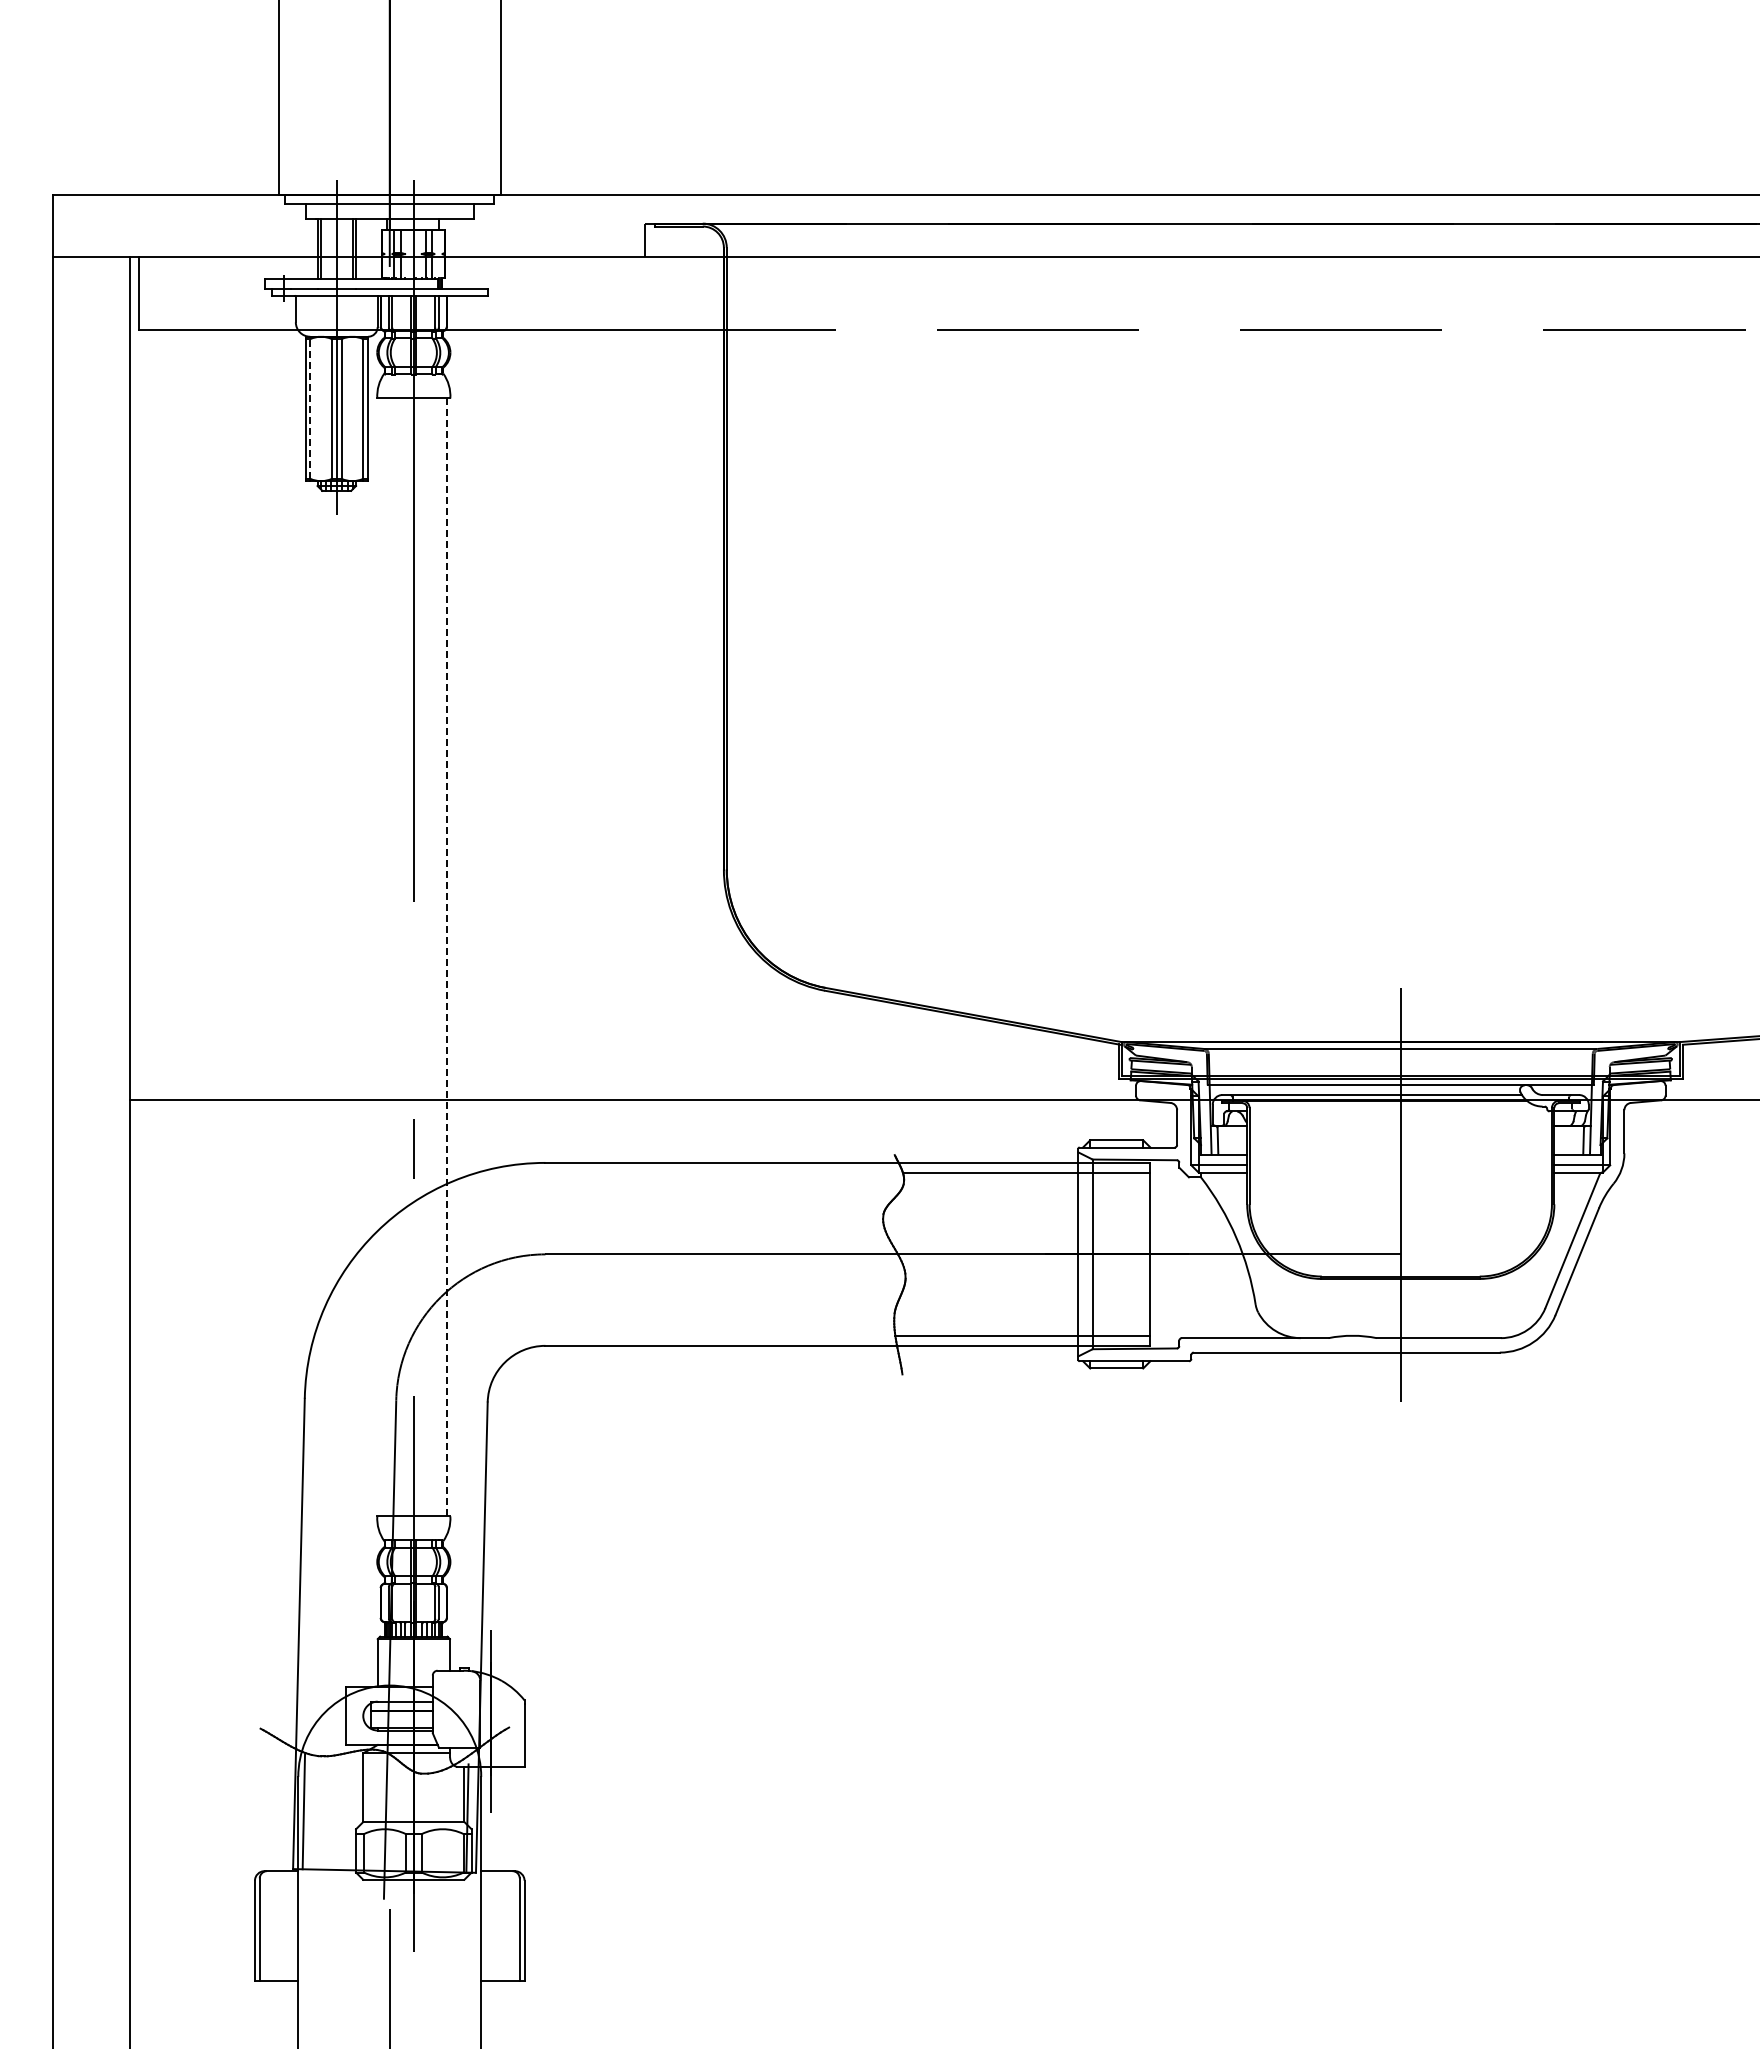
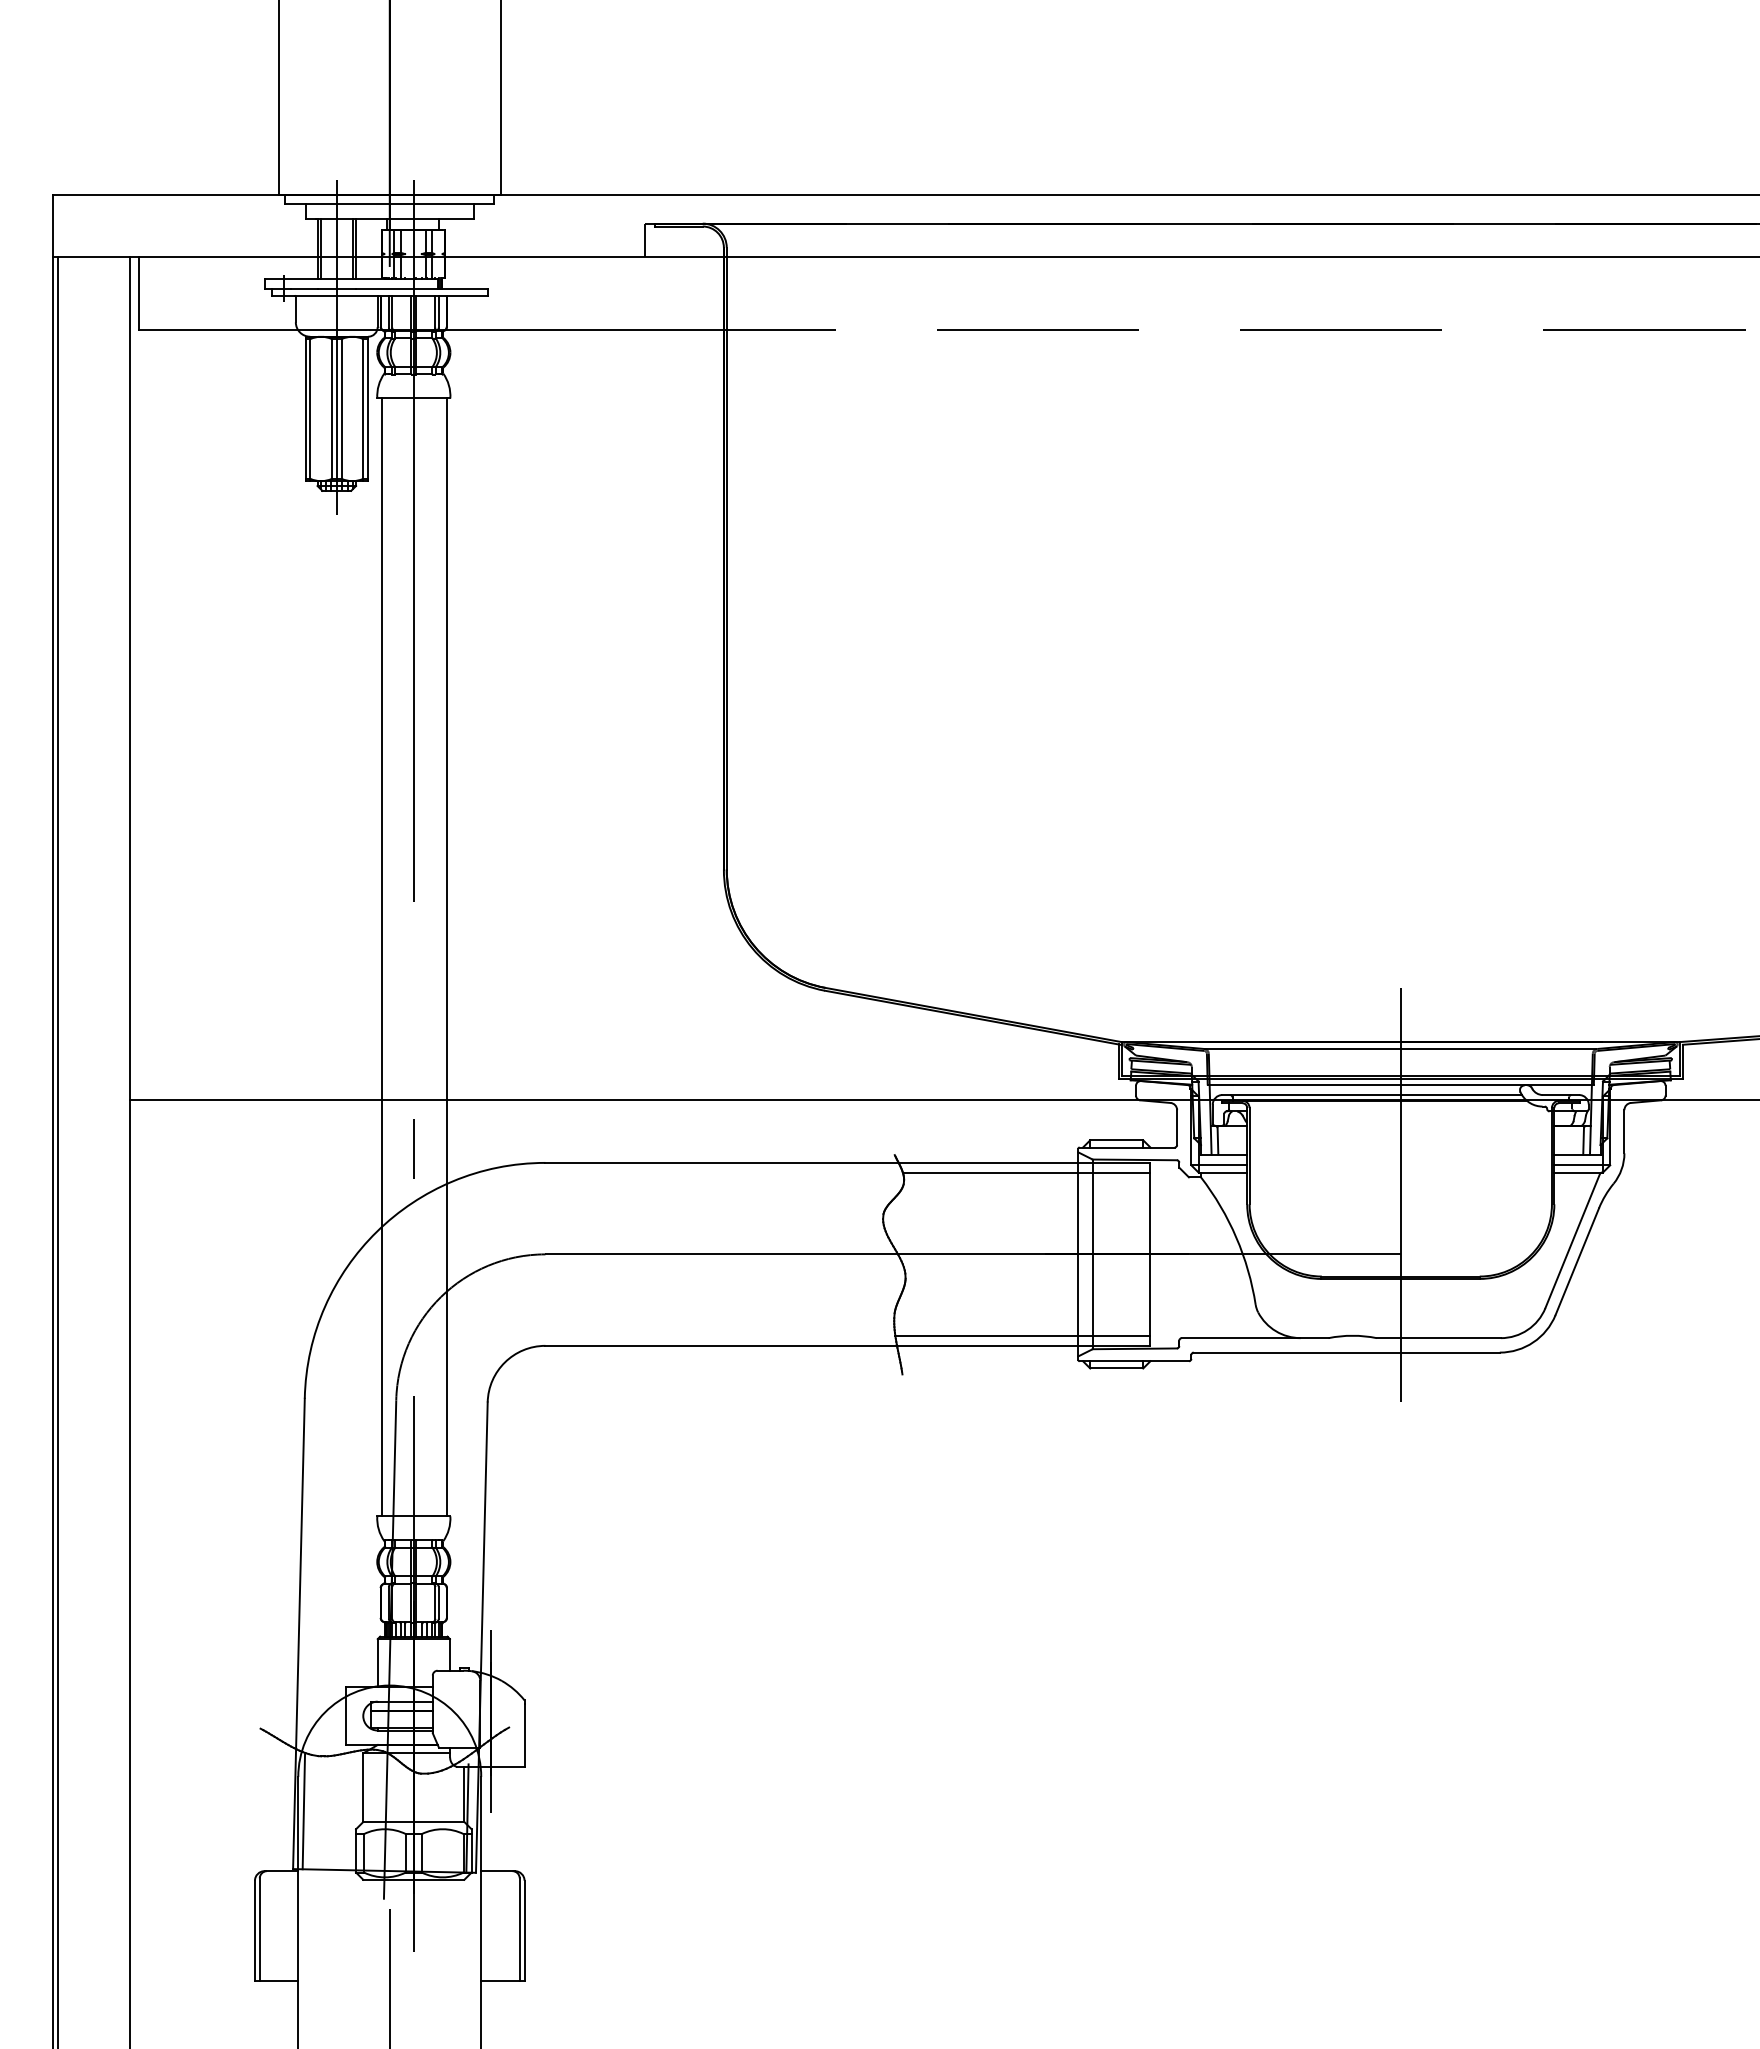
line at (310, 408): dashed -> solid
line at (382, 957): none -> present
line at (446, 957): dashed -> solid
line at (57, 1151): none -> present
